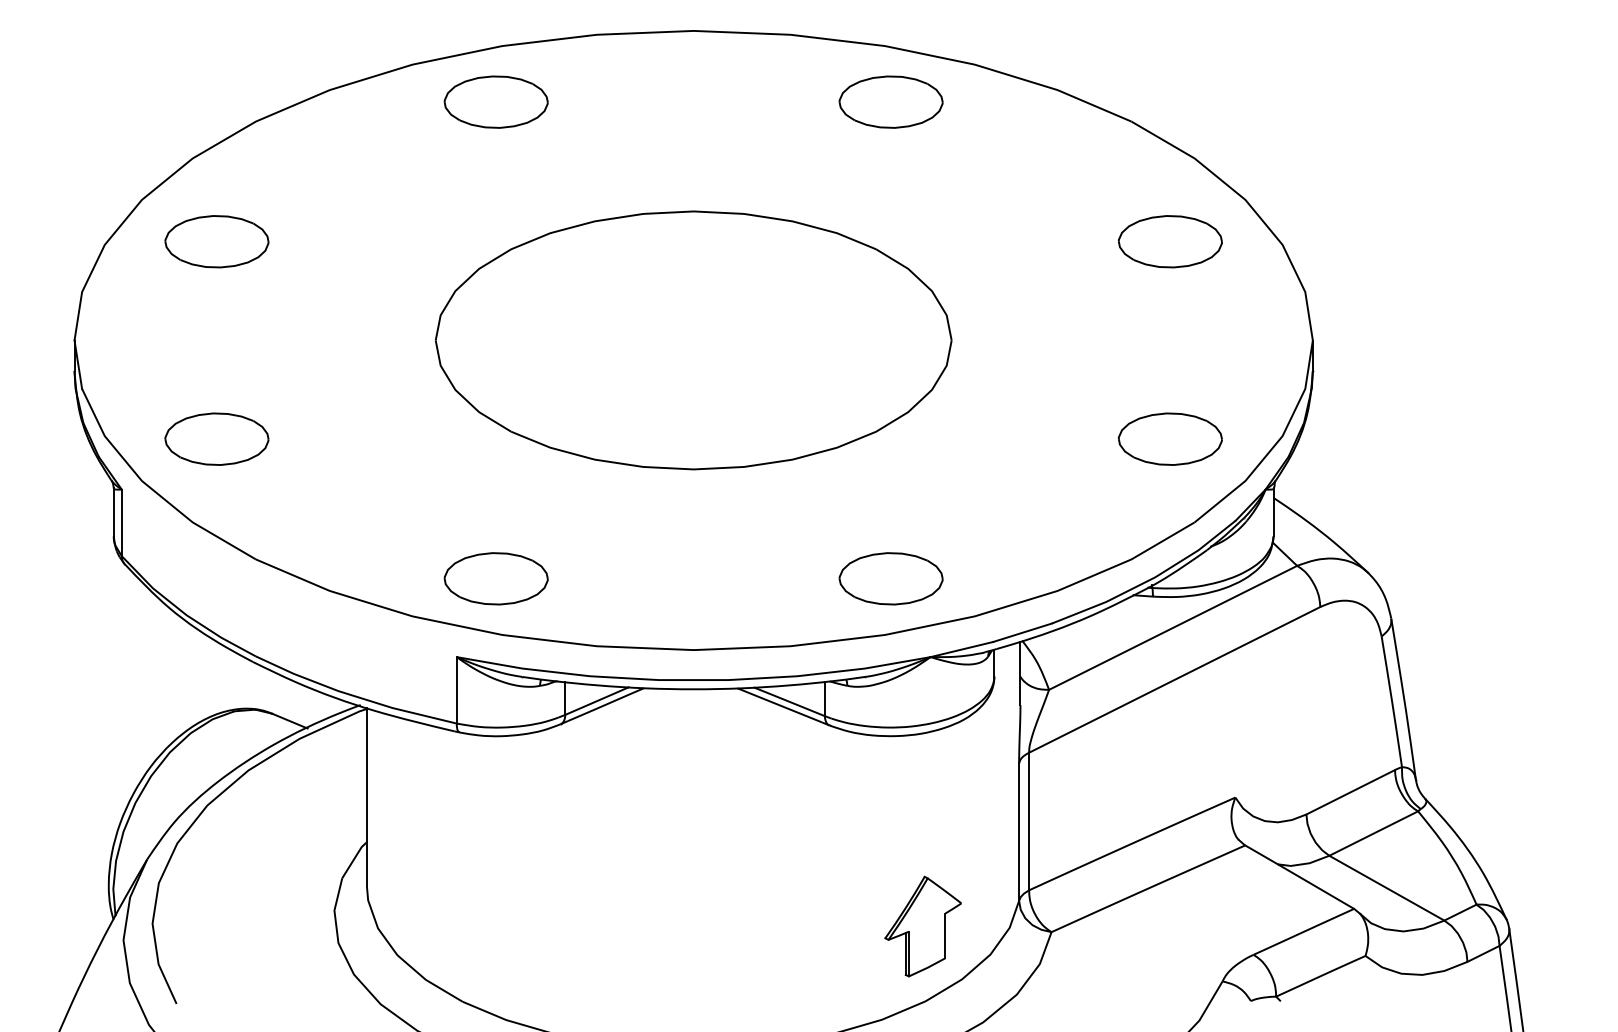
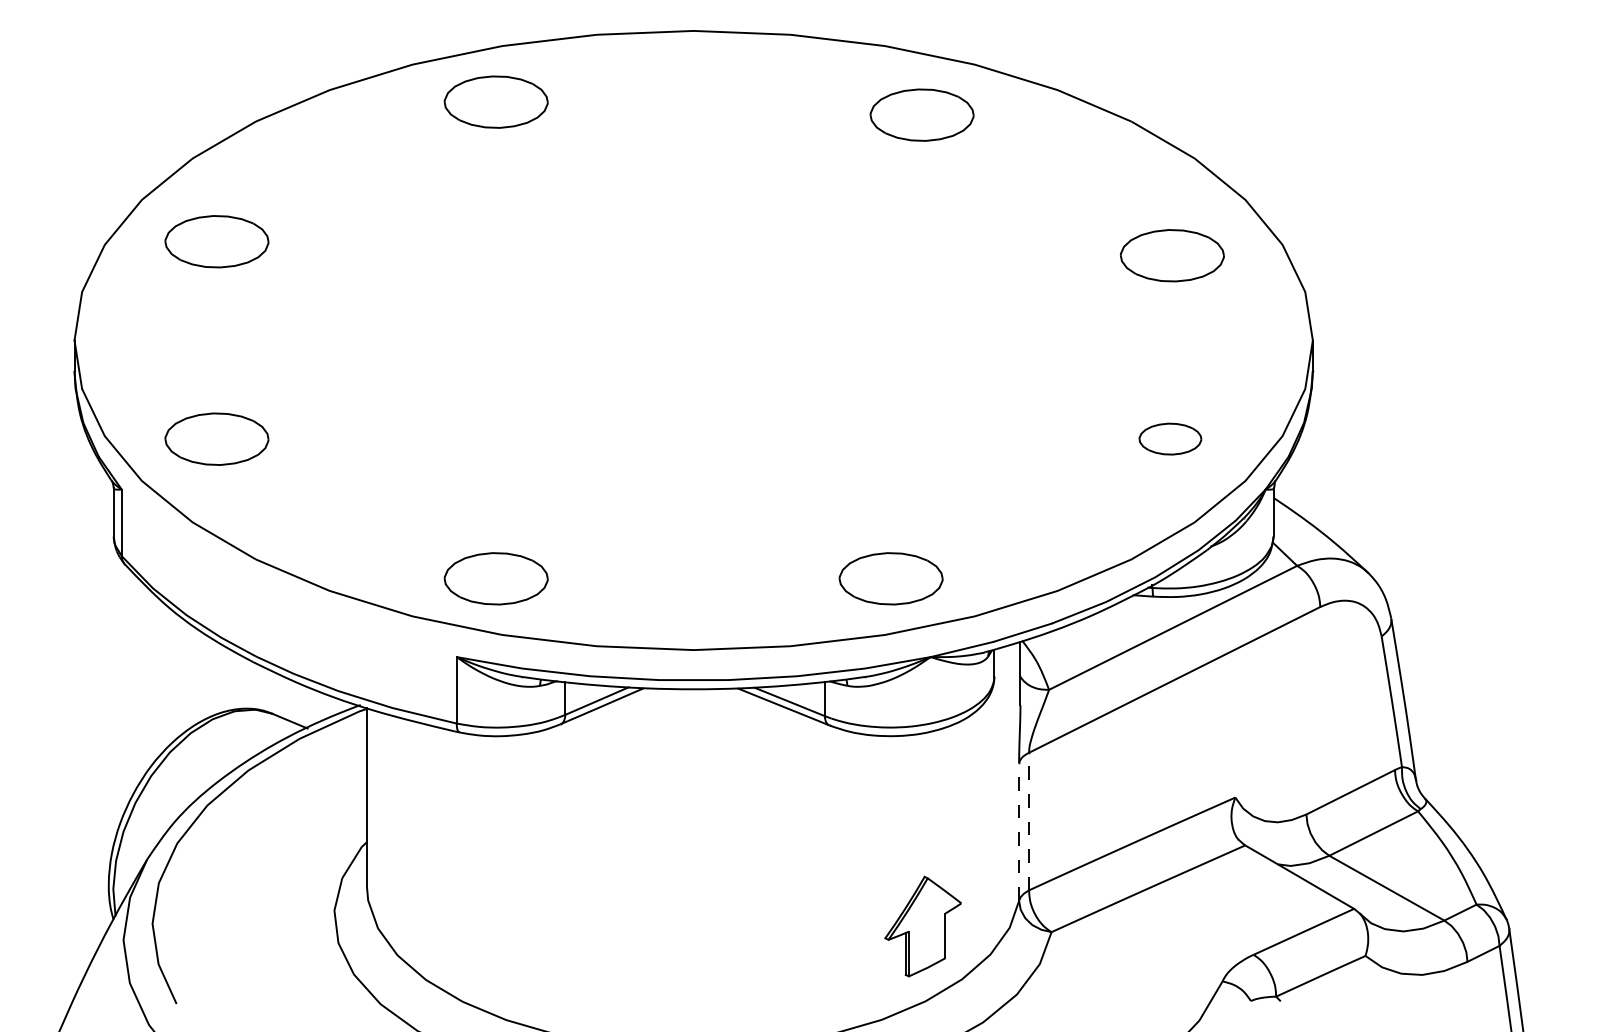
part at (890, 101) position: (890, 101) -> (921, 114)
part at (1170, 241) position: (1170, 241) -> (1172, 255)
part at (693, 340): present -> none
part at (1170, 438) size: 105x54 px -> 65x34 px
line at (1029, 821): solid -> dashed
line at (1019, 832): solid -> dashed
